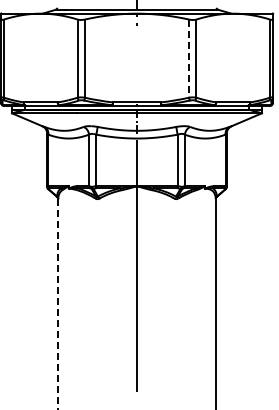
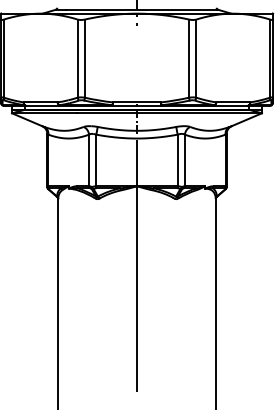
line at (189, 59): dashed -> solid
line at (58, 304): dashed -> solid
